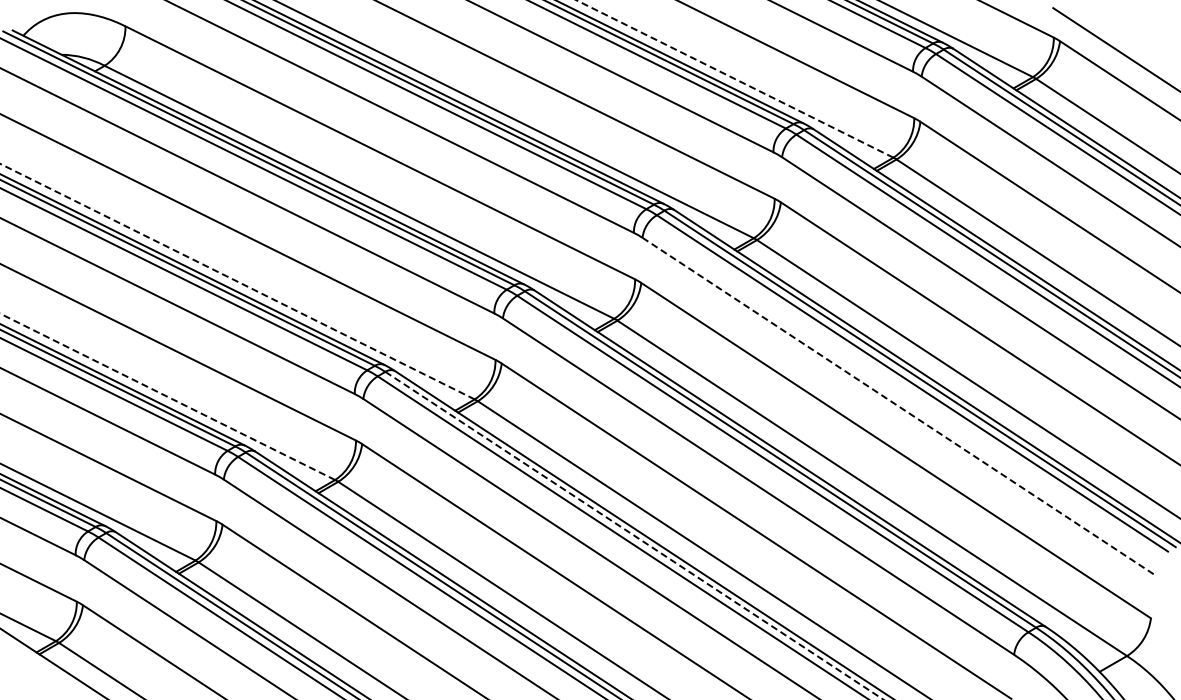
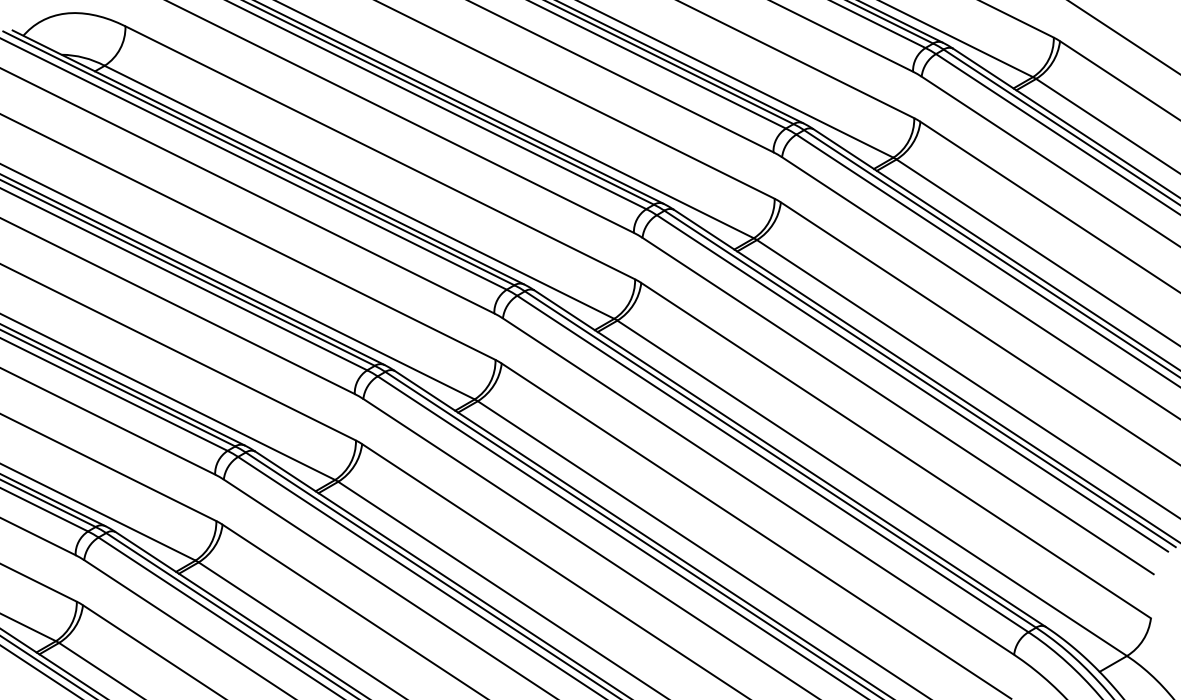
line at (1115, 49) position: (1115, 49) -> (1123, 37)
line at (734, 78): dashed -> solid
line at (237, 281): dashed -> solid
line at (167, 396): dashed -> solid
line at (898, 406): dashed -> solid
line at (634, 535): dashed -> solid
line at (47, 666): none -> present
line at (40, 671): none -> present
